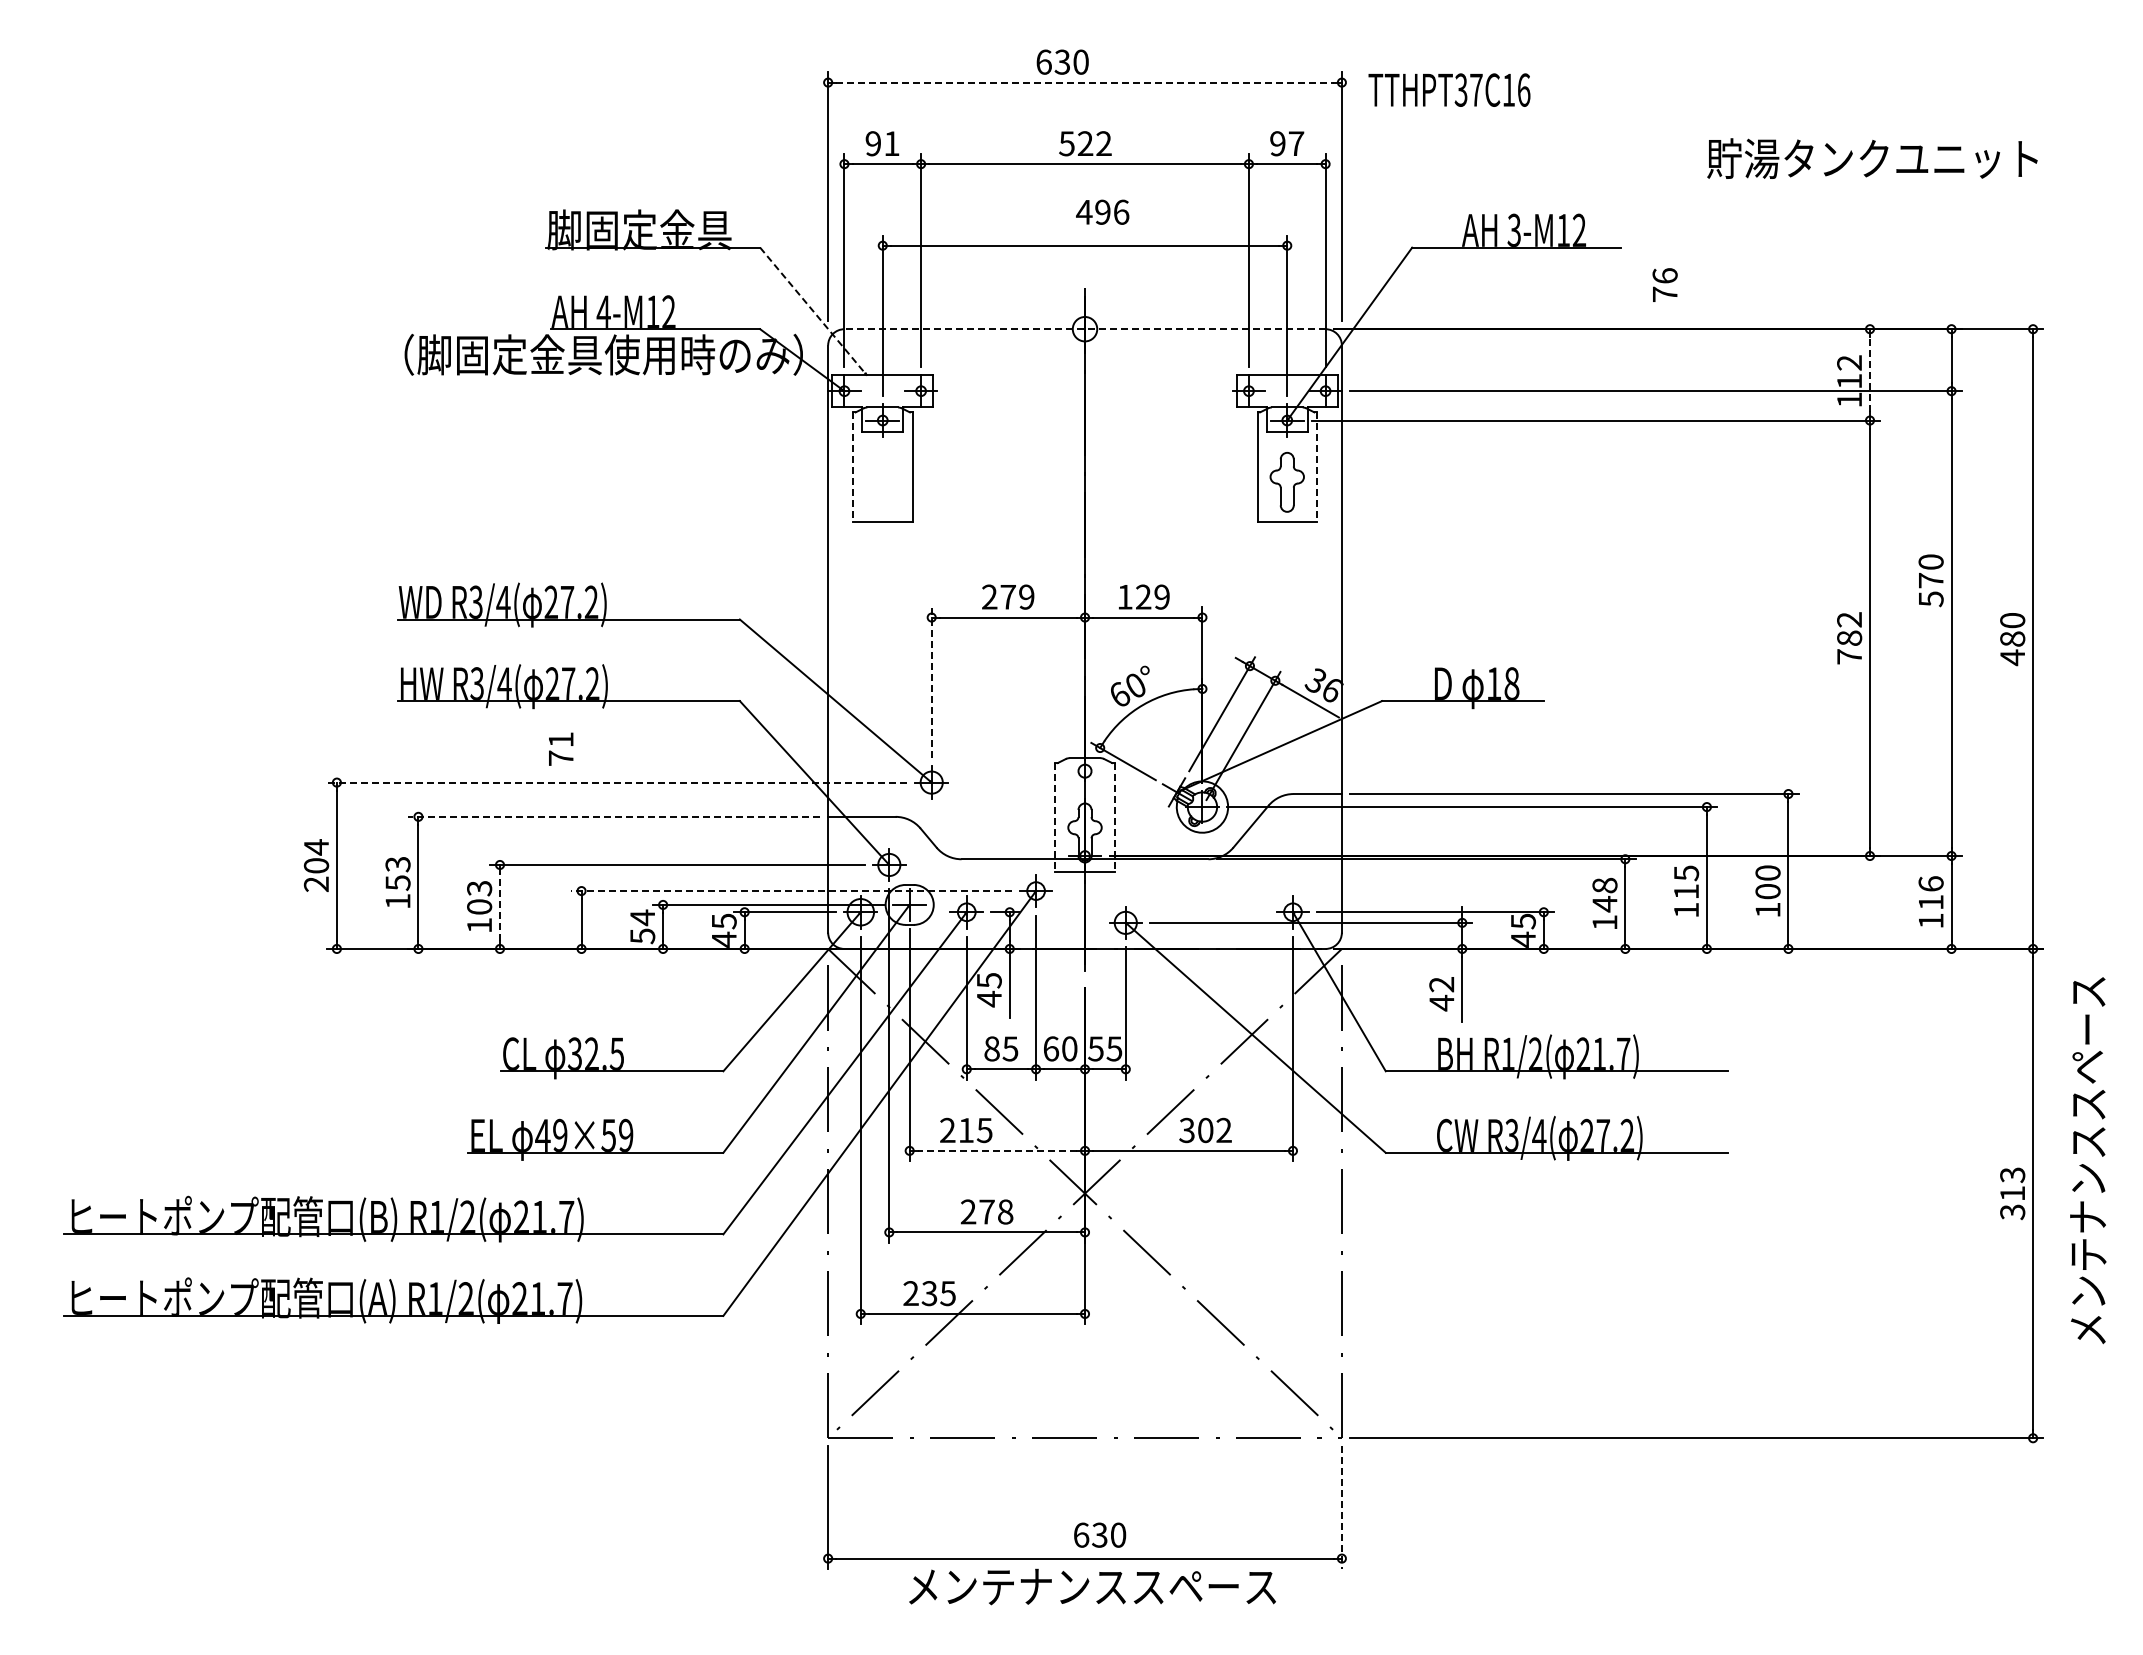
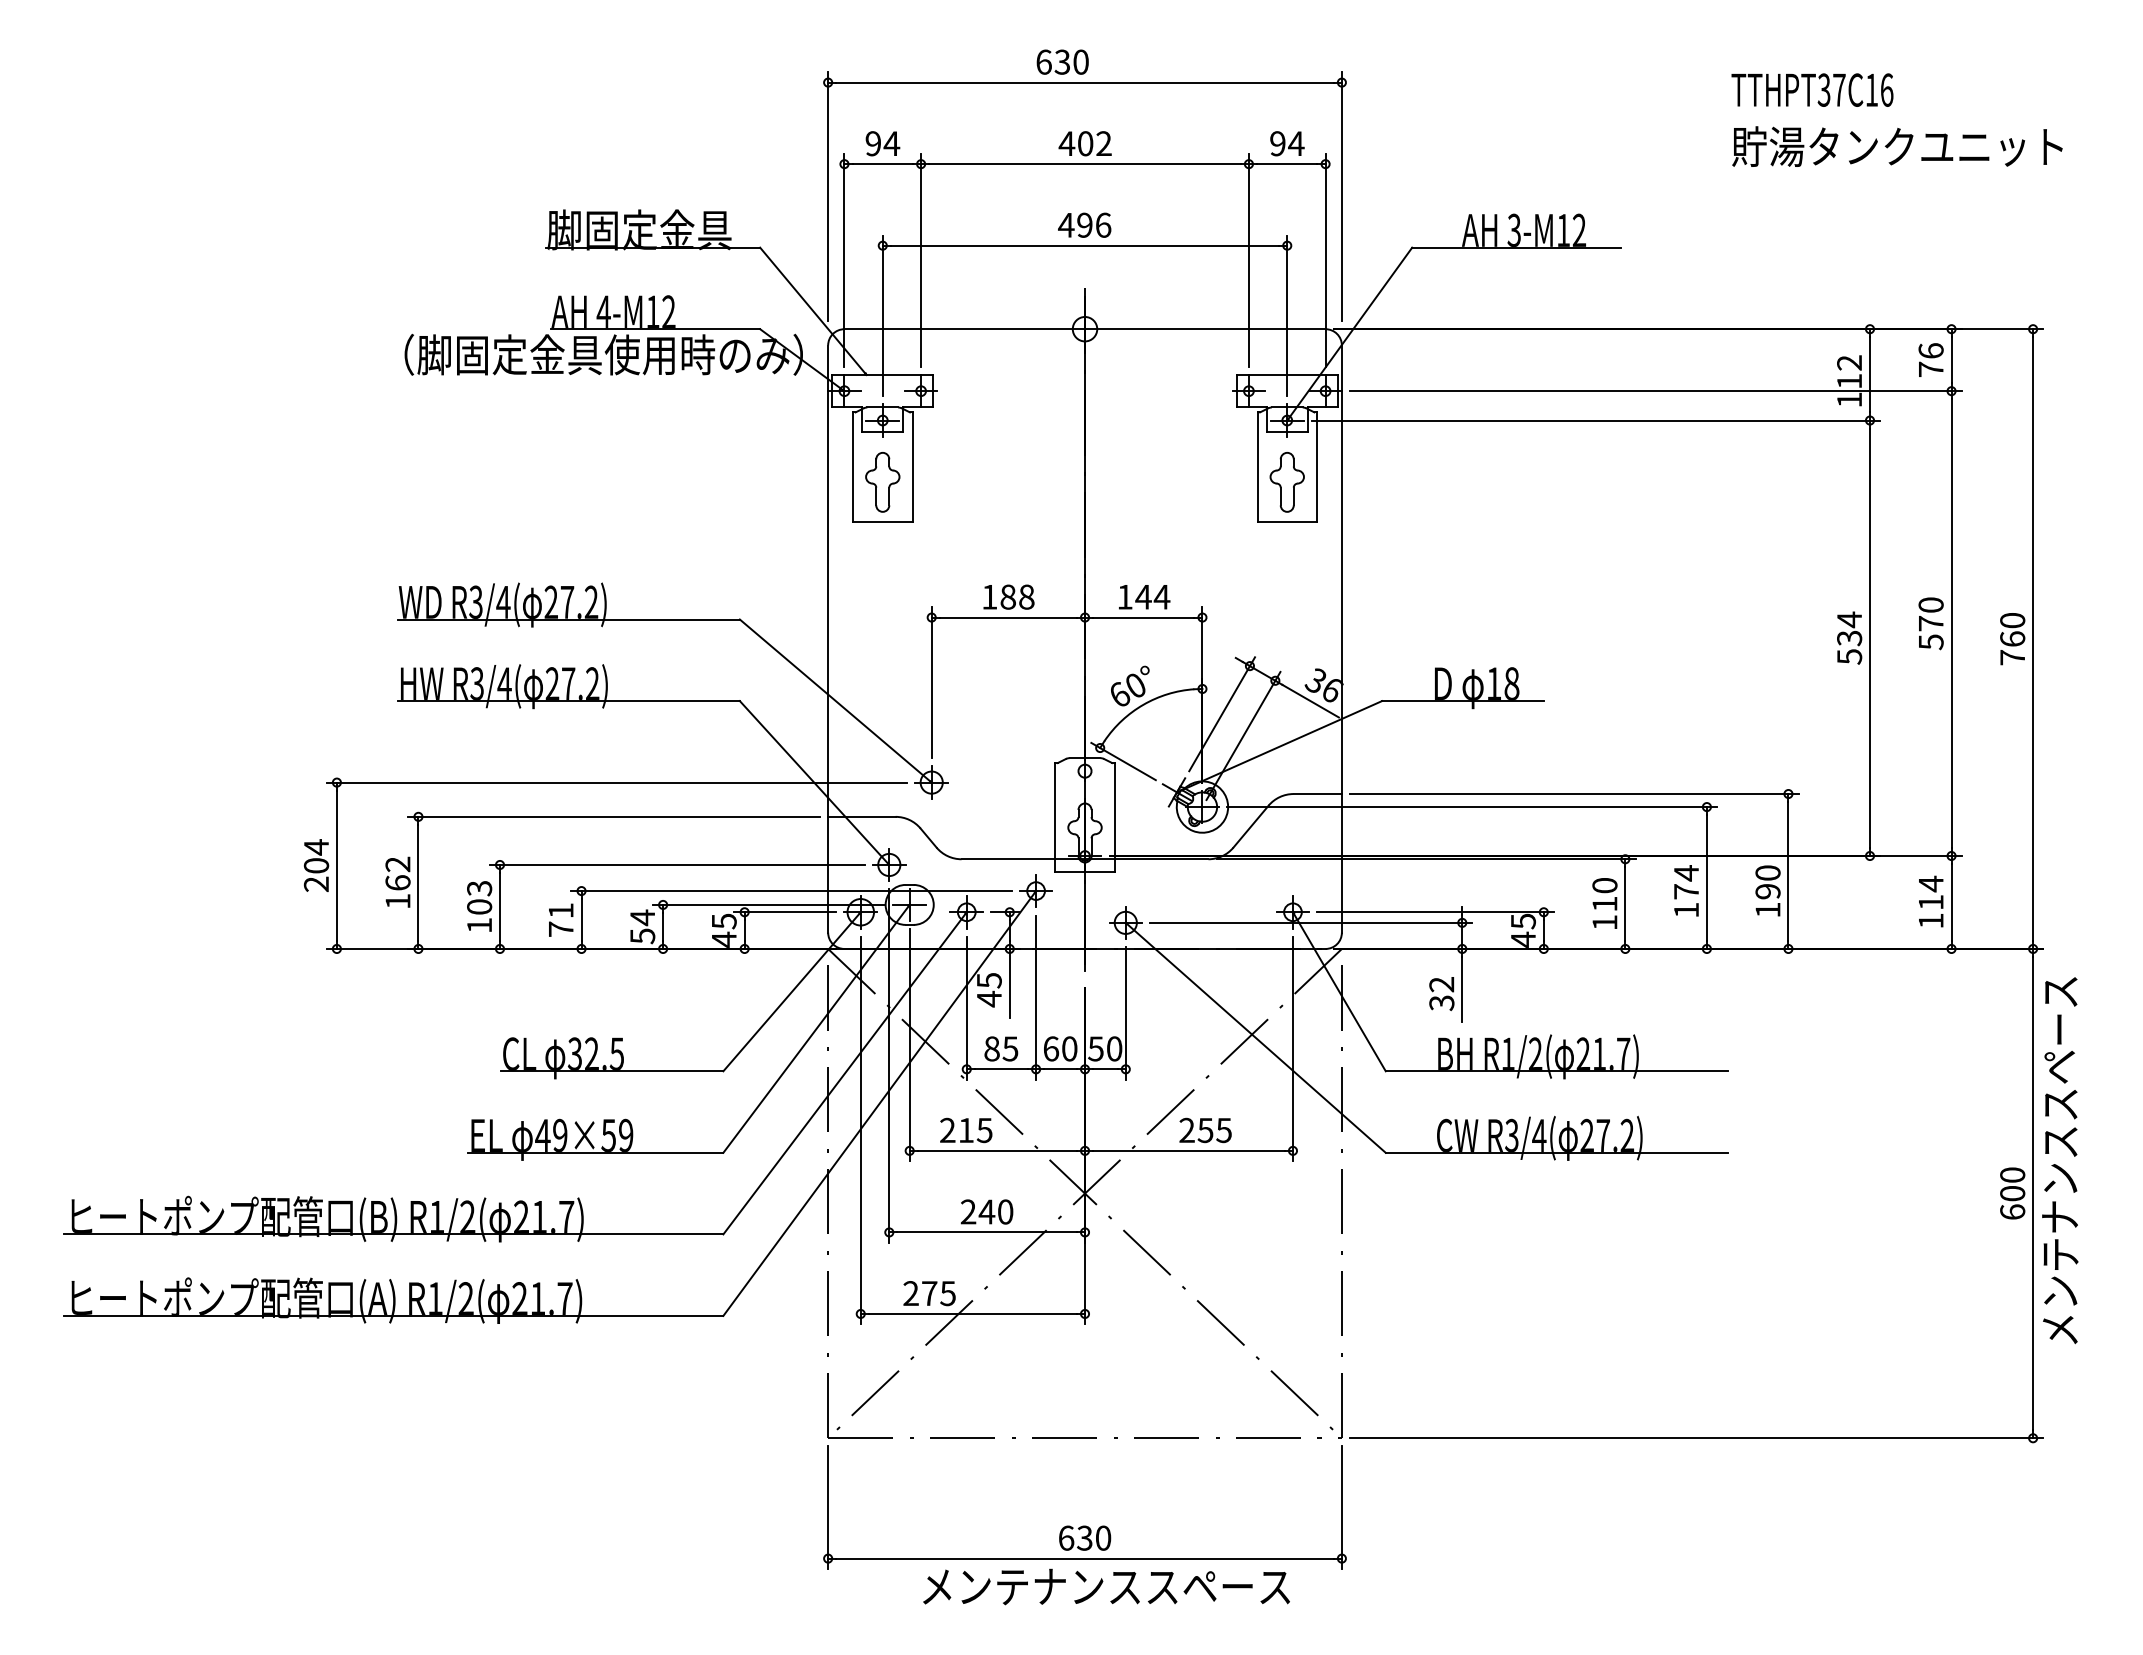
line at (1085, 82): dashed -> solid
text at (1449, 89) position: (1449, 89) -> (1812, 89)
text at (891, 143): 91 -> 94
text at (1075, 143): 522 -> 402
text at (1296, 143): 97 -> 94
text at (1872, 158) position: (1872, 158) -> (1897, 146)
text at (1102, 211) position: (1102, 211) -> (1084, 224)
text at (1664, 284) position: (1664, 284) -> (1930, 359)
line at (813, 311): dashed -> solid
line at (1085, 329): dashed -> solid
line at (1870, 374): dashed -> solid
line at (853, 467): dashed -> solid
line at (1317, 467): dashed -> solid
part at (882, 482): none -> present
text at (1930, 580) position: (1930, 580) -> (1930, 623)
text at (1008, 596): 279 -> 188
text at (1152, 596): 129 -> 144
text at (1849, 637): 782 -> 534
text at (2012, 648): 480 -> 760
line at (931, 682): dashed -> solid
text at (561, 748) position: (561, 748) -> (561, 919)
line at (616, 782): dashed -> solid
line at (614, 816): dashed -> solid
line at (1055, 817): dashed -> solid
line at (1114, 817): dashed -> solid
text at (397, 873): 153 -> 162
text at (1686, 882): 115 -> 174
text at (1930, 883): 116 -> 114
line at (791, 891): dashed -> solid
text at (1767, 891): 100 -> 190
text at (1604, 894): 148 -> 110
line at (500, 906): dashed -> solid
text at (1441, 1002): 42 -> 32
text at (1114, 1048): 55 -> 50
text at (1205, 1130): 302 -> 255
line at (997, 1150): dashed -> solid
text at (2088, 1160) position: (2088, 1160) -> (2060, 1160)
text at (2012, 1193): 313 -> 600
text at (995, 1211): 278 -> 240
text at (929, 1293): 235 -> 275
line at (1341, 1508): dashed -> solid
text at (1100, 1534) position: (1100, 1534) -> (1085, 1537)
text at (1092, 1586) position: (1092, 1586) -> (1106, 1586)
